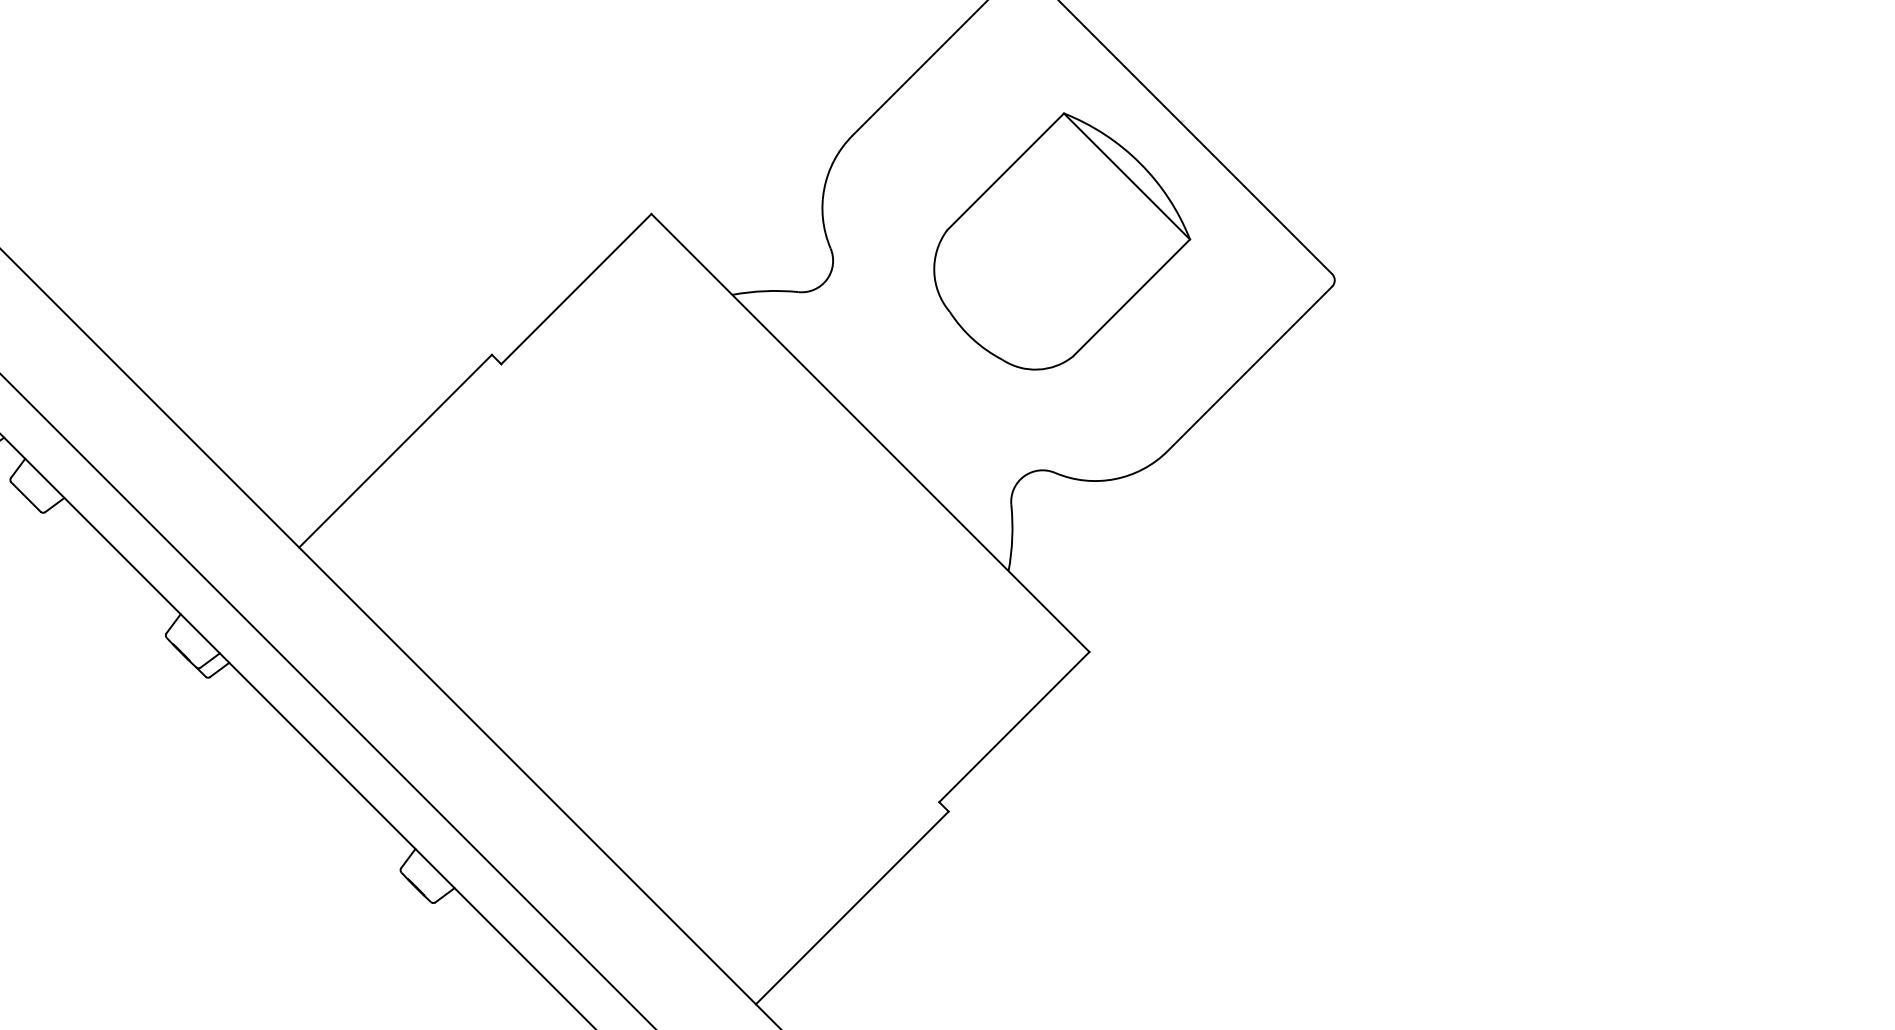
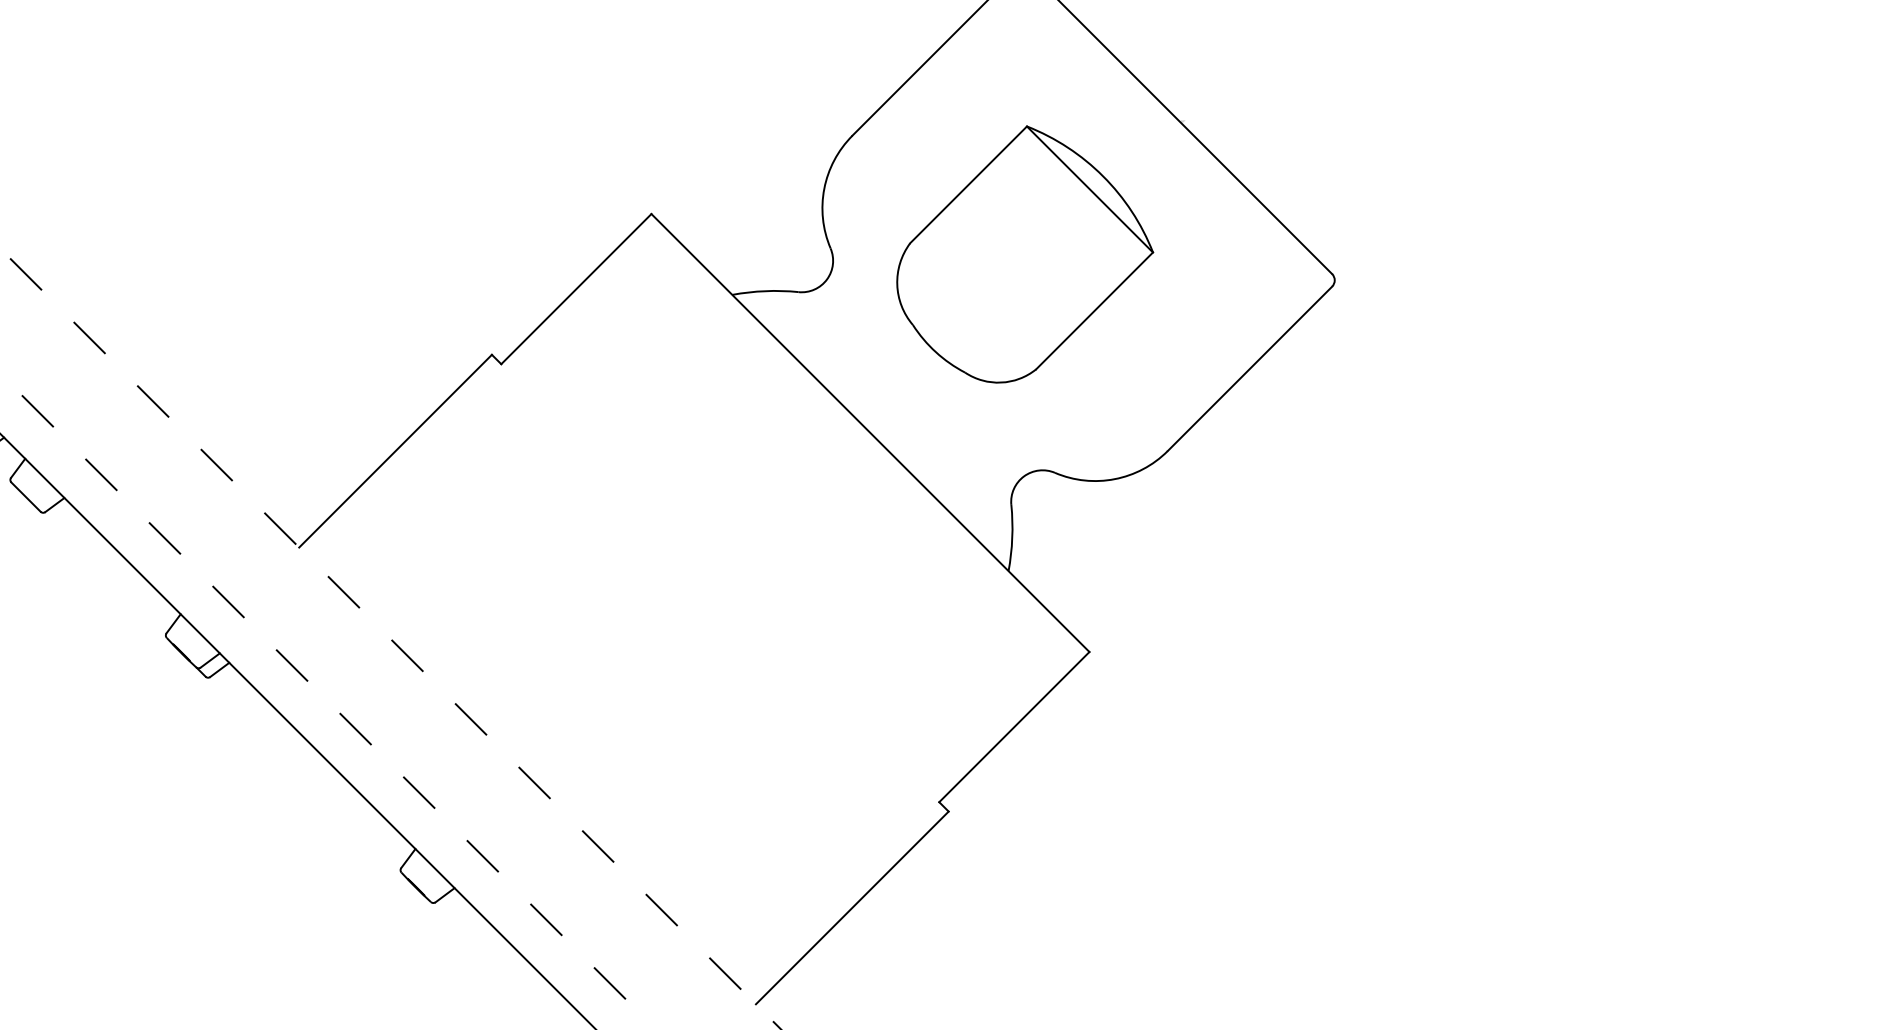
part at (1062, 241) position: (1062, 241) -> (1025, 254)
line at (391, 639): solid -> dashed
line at (328, 702): solid -> dashed
